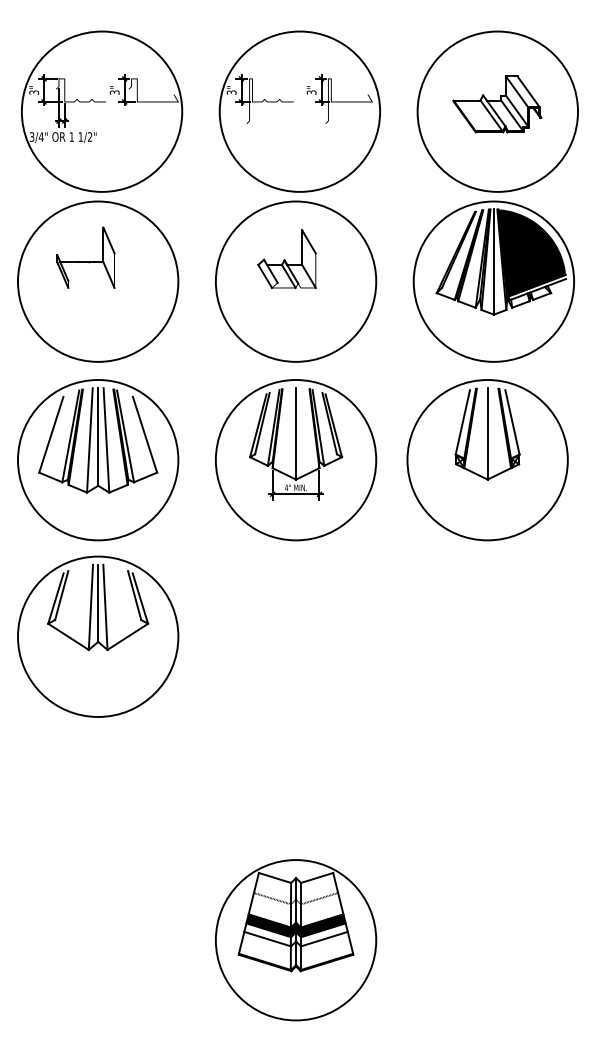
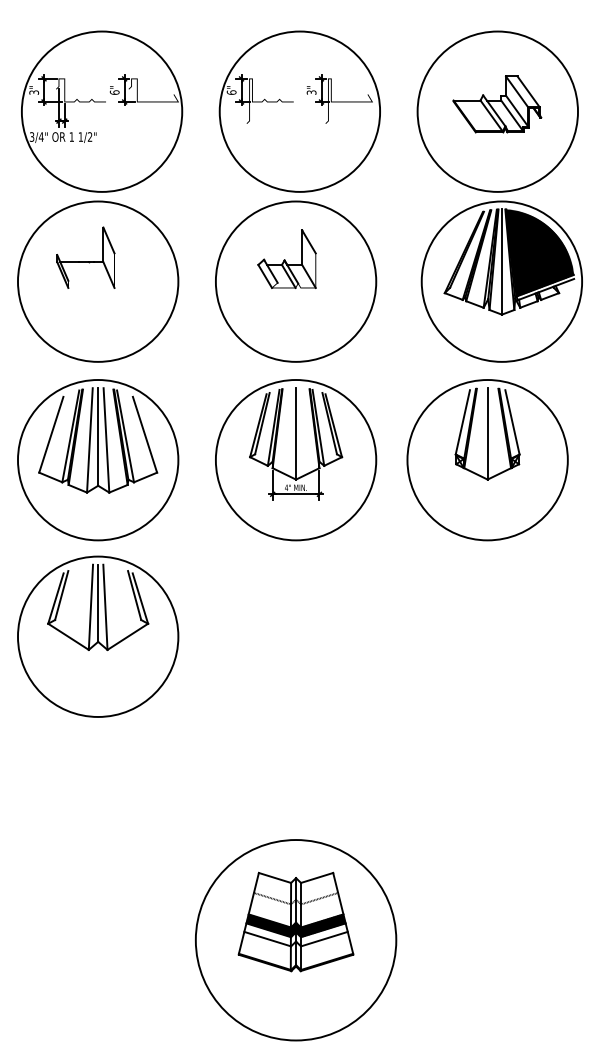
text at (114, 92): 3" -> 6"
text at (231, 92): 3" -> 6"
part at (493, 281) position: (493, 281) -> (501, 281)
circle at (295, 940) diameter: 160 px -> 200 px
